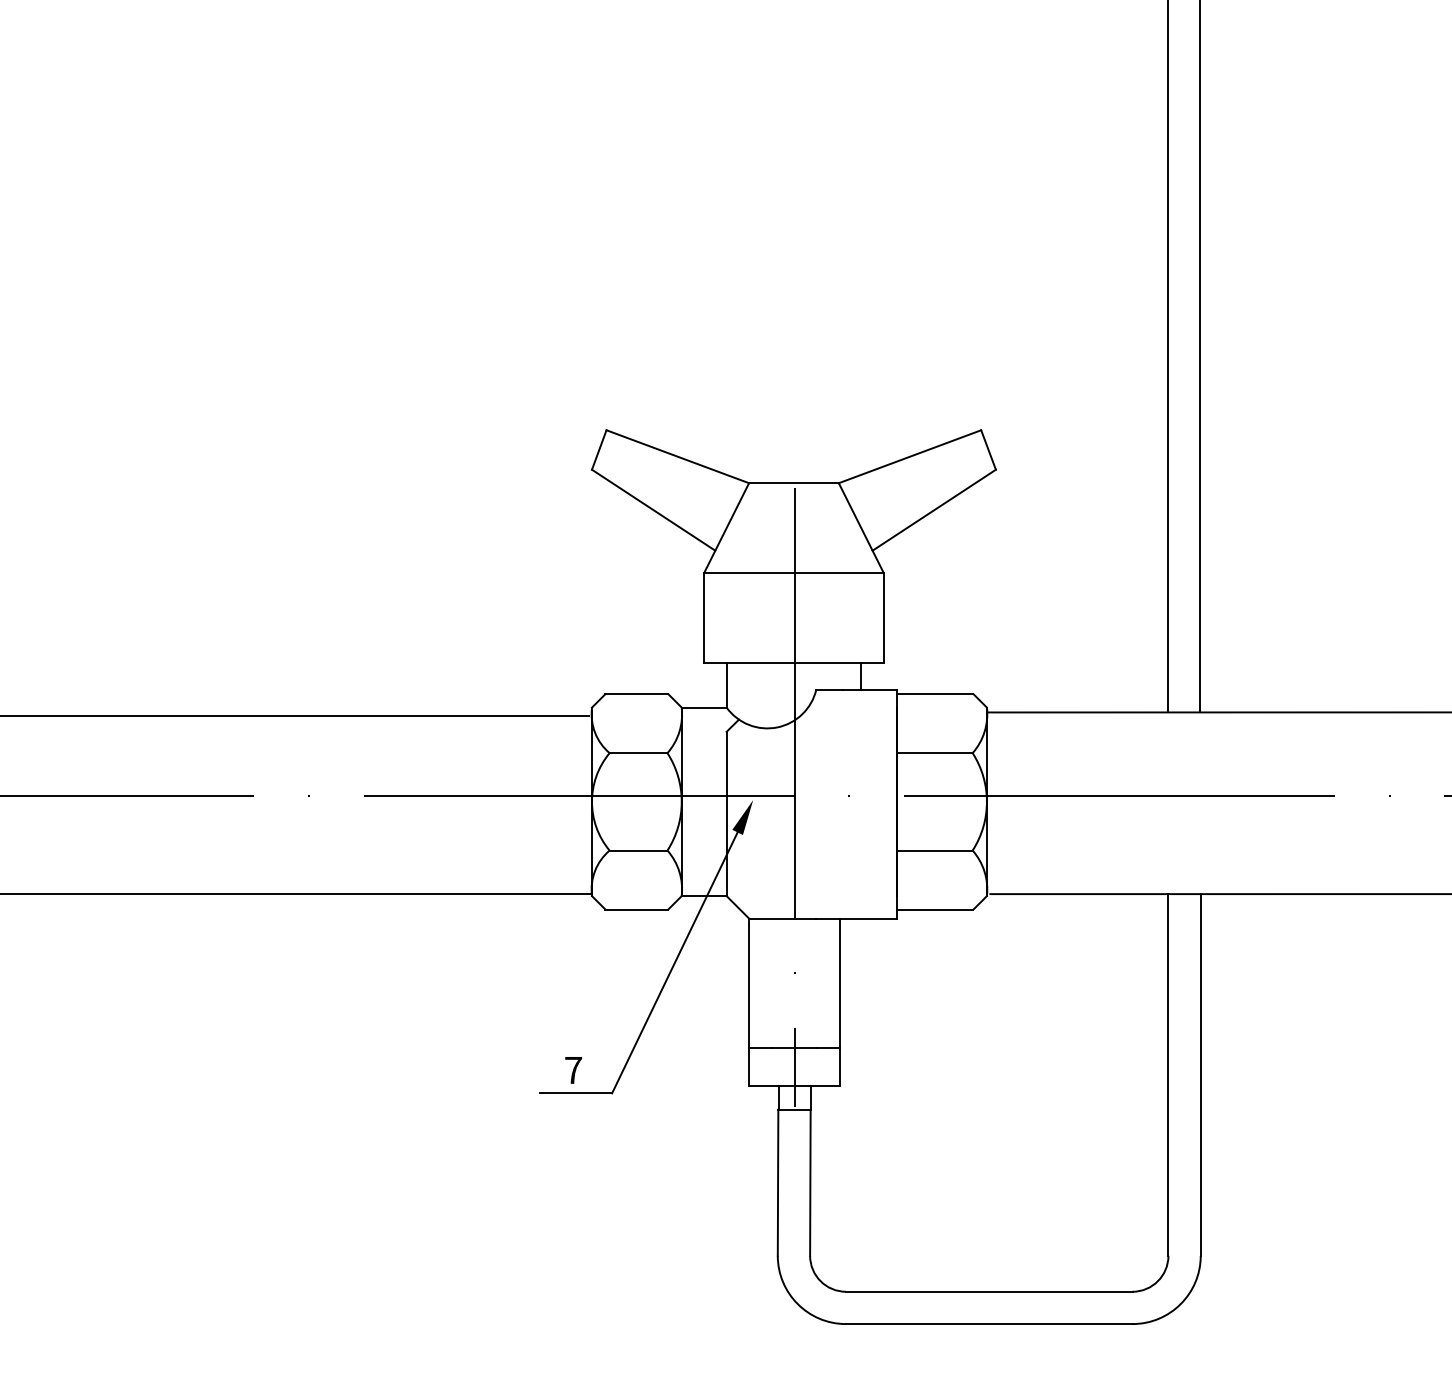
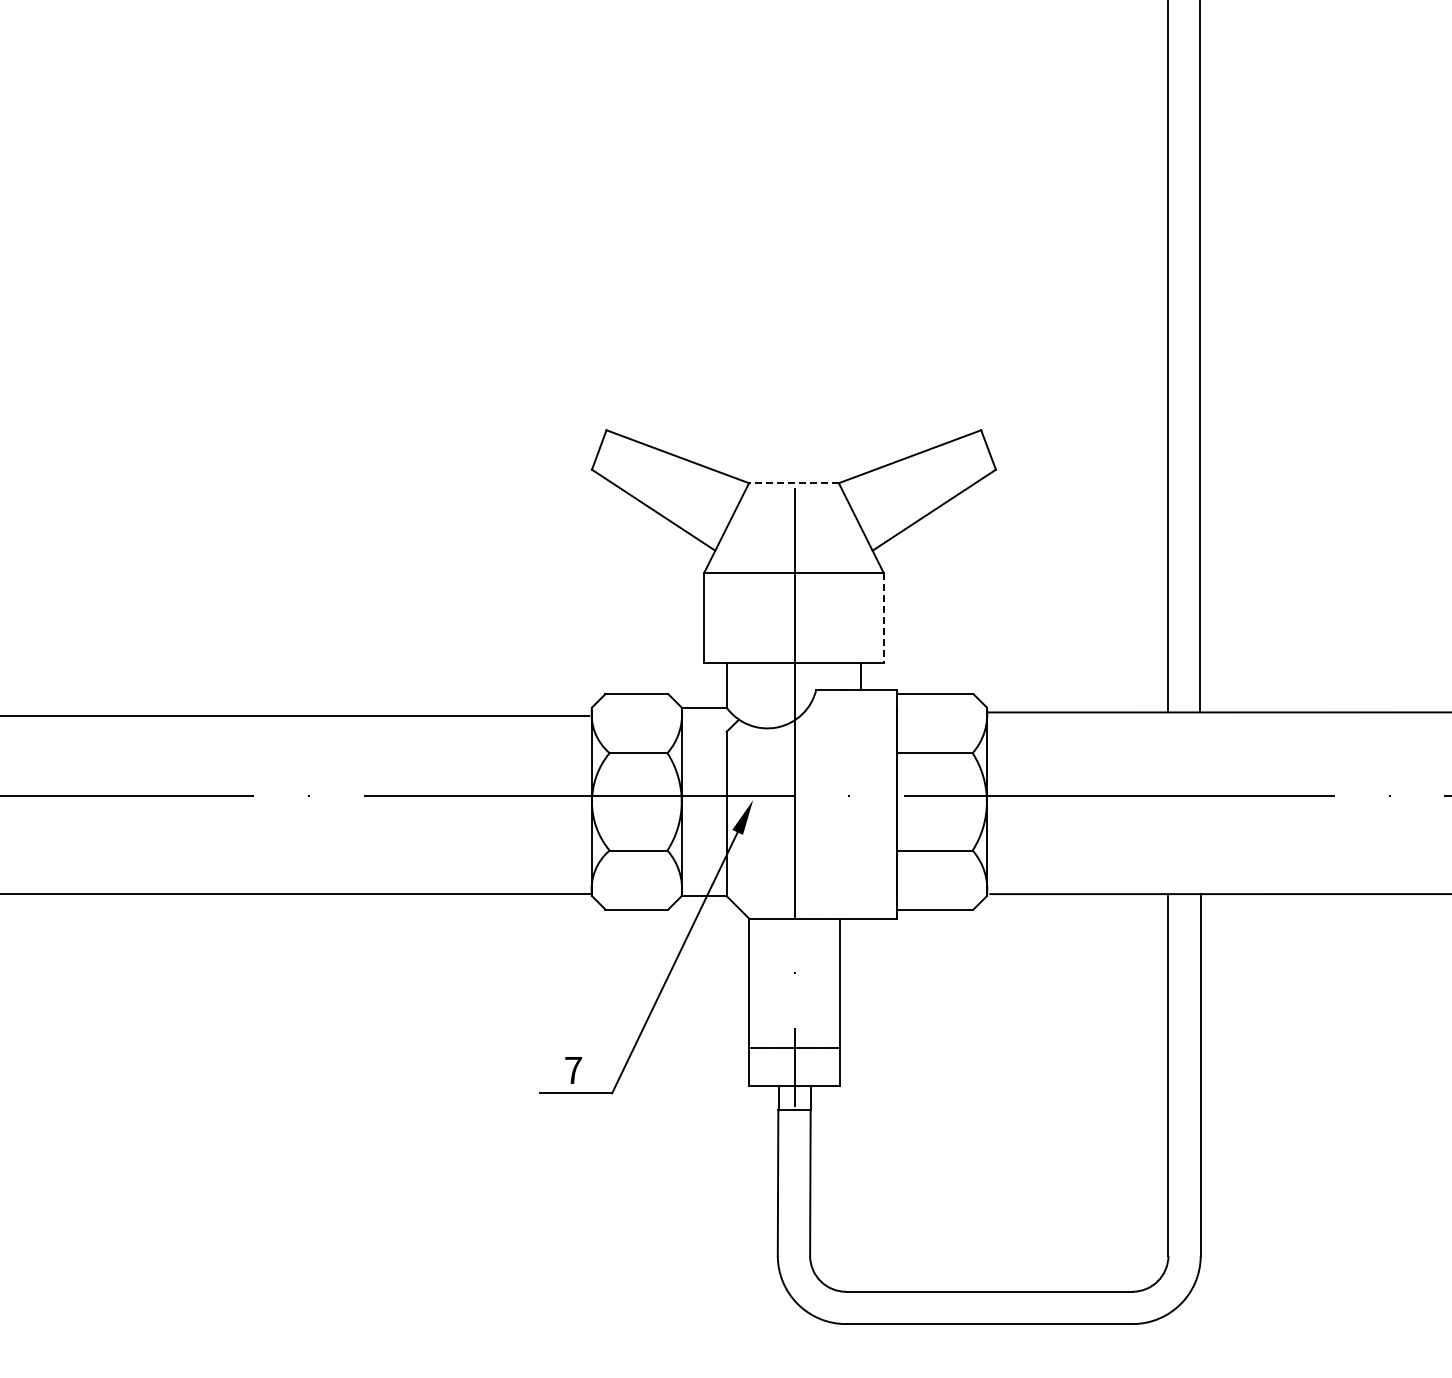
line at (793, 483): solid -> dashed
line at (883, 617): solid -> dashed
